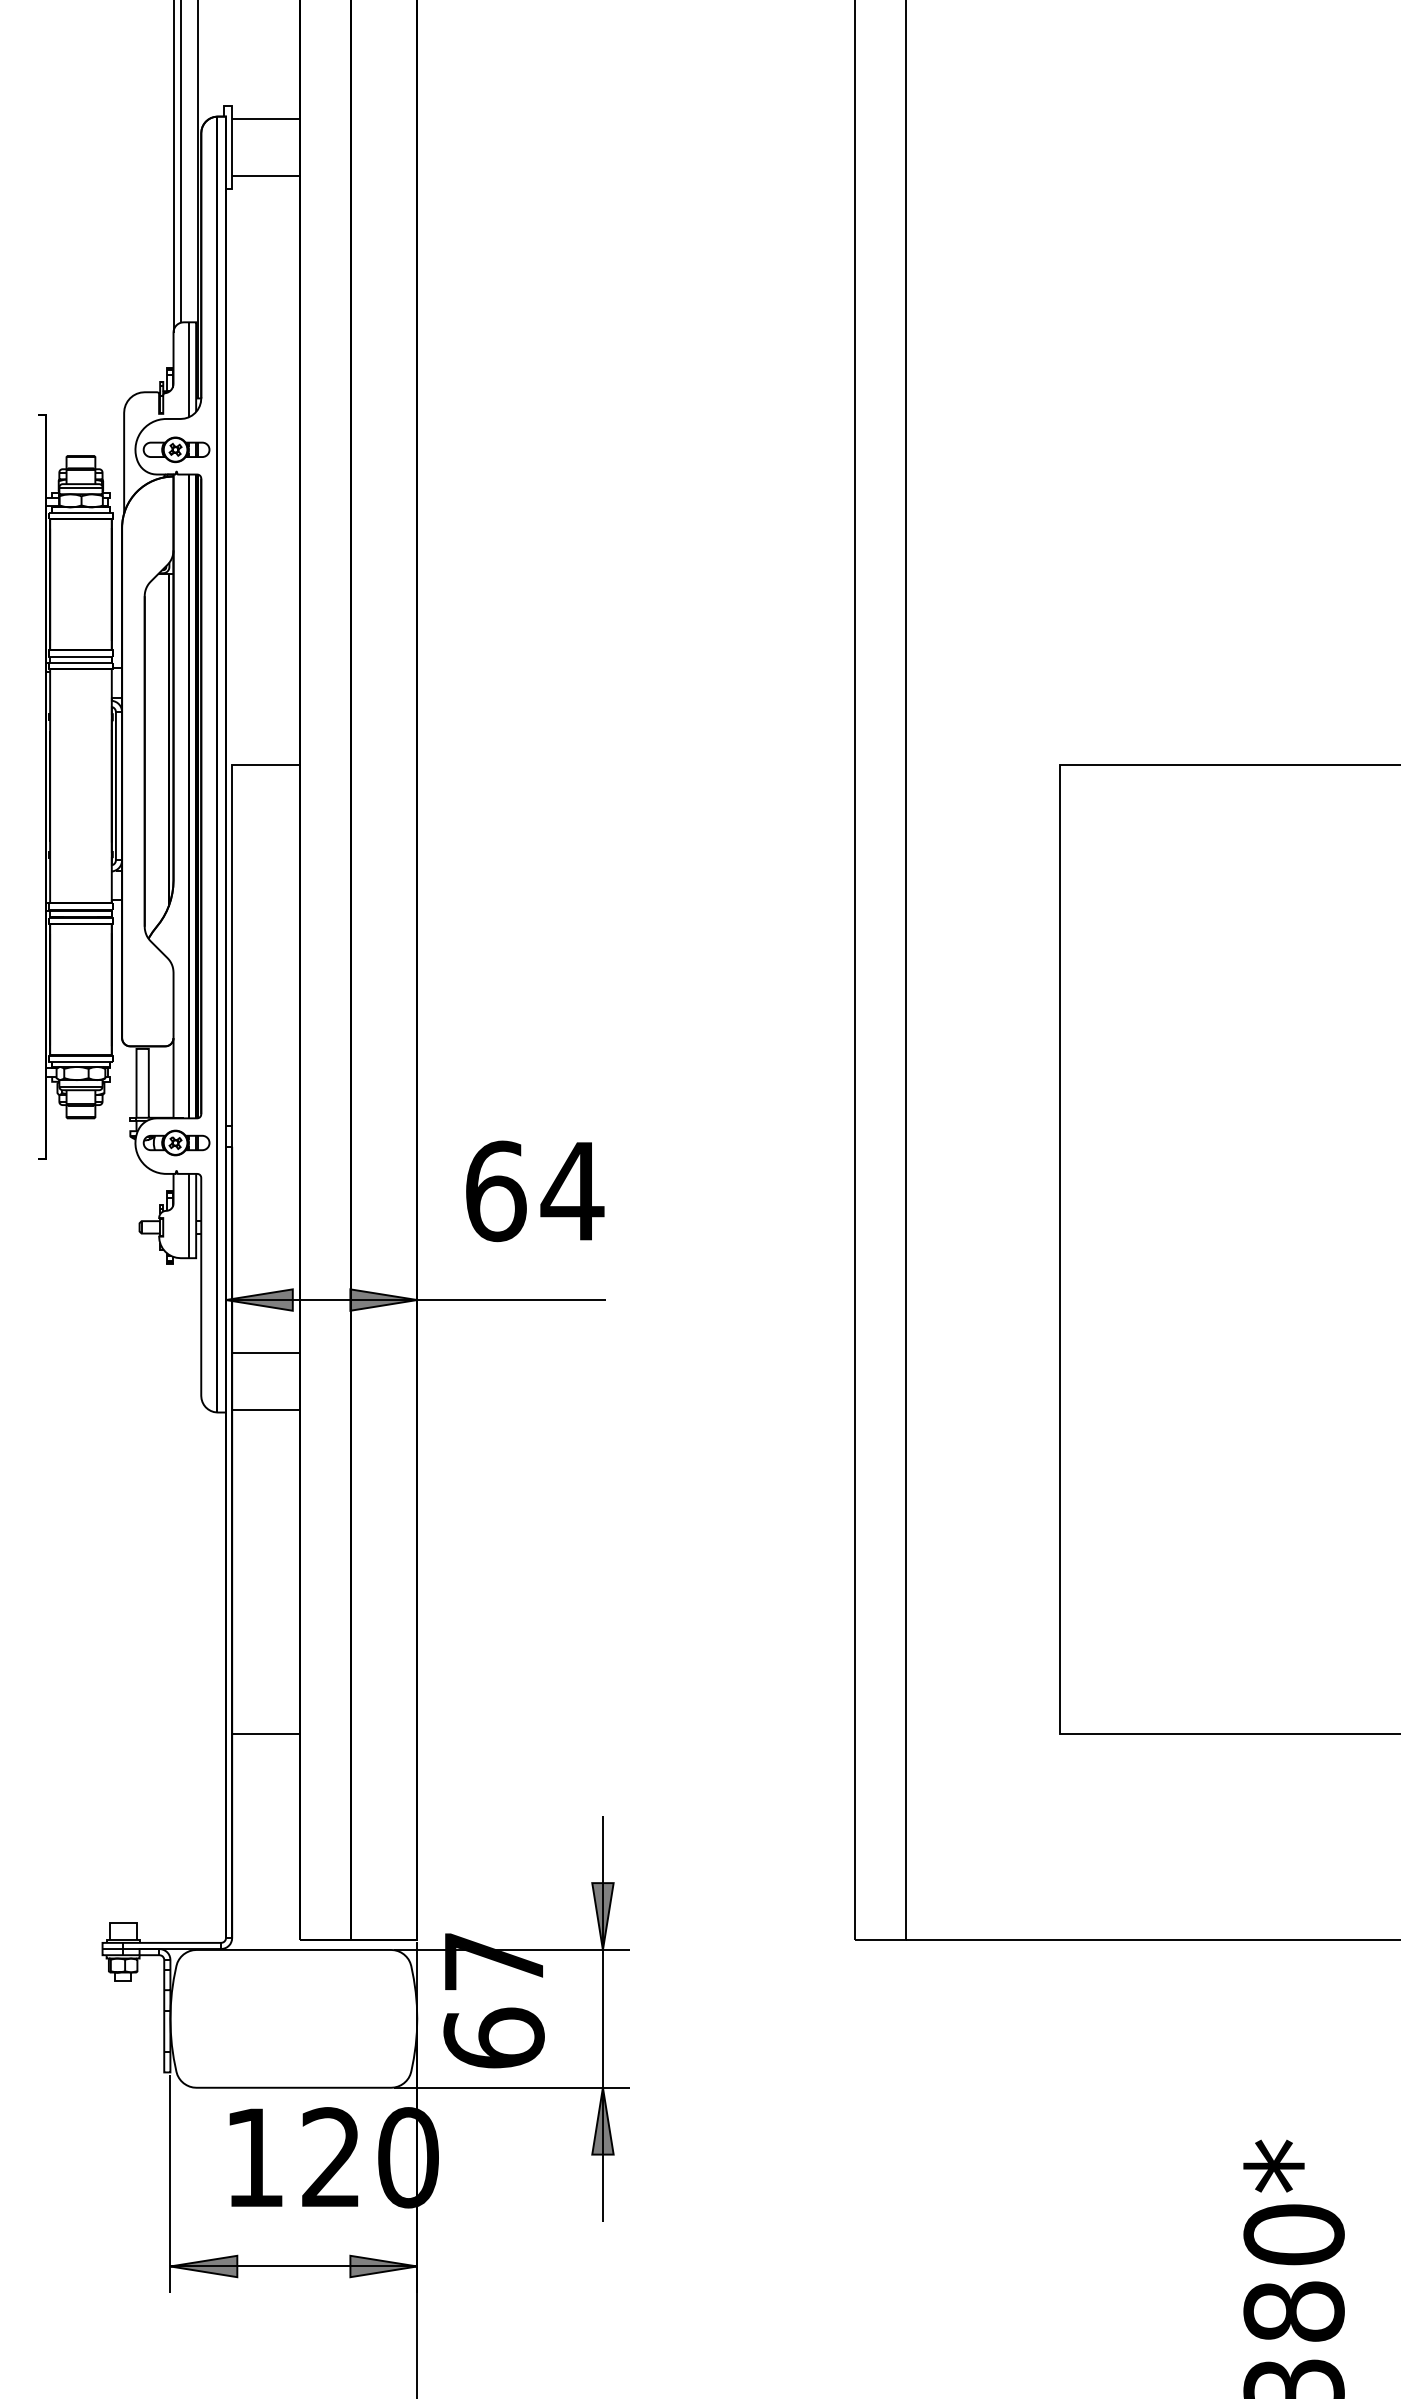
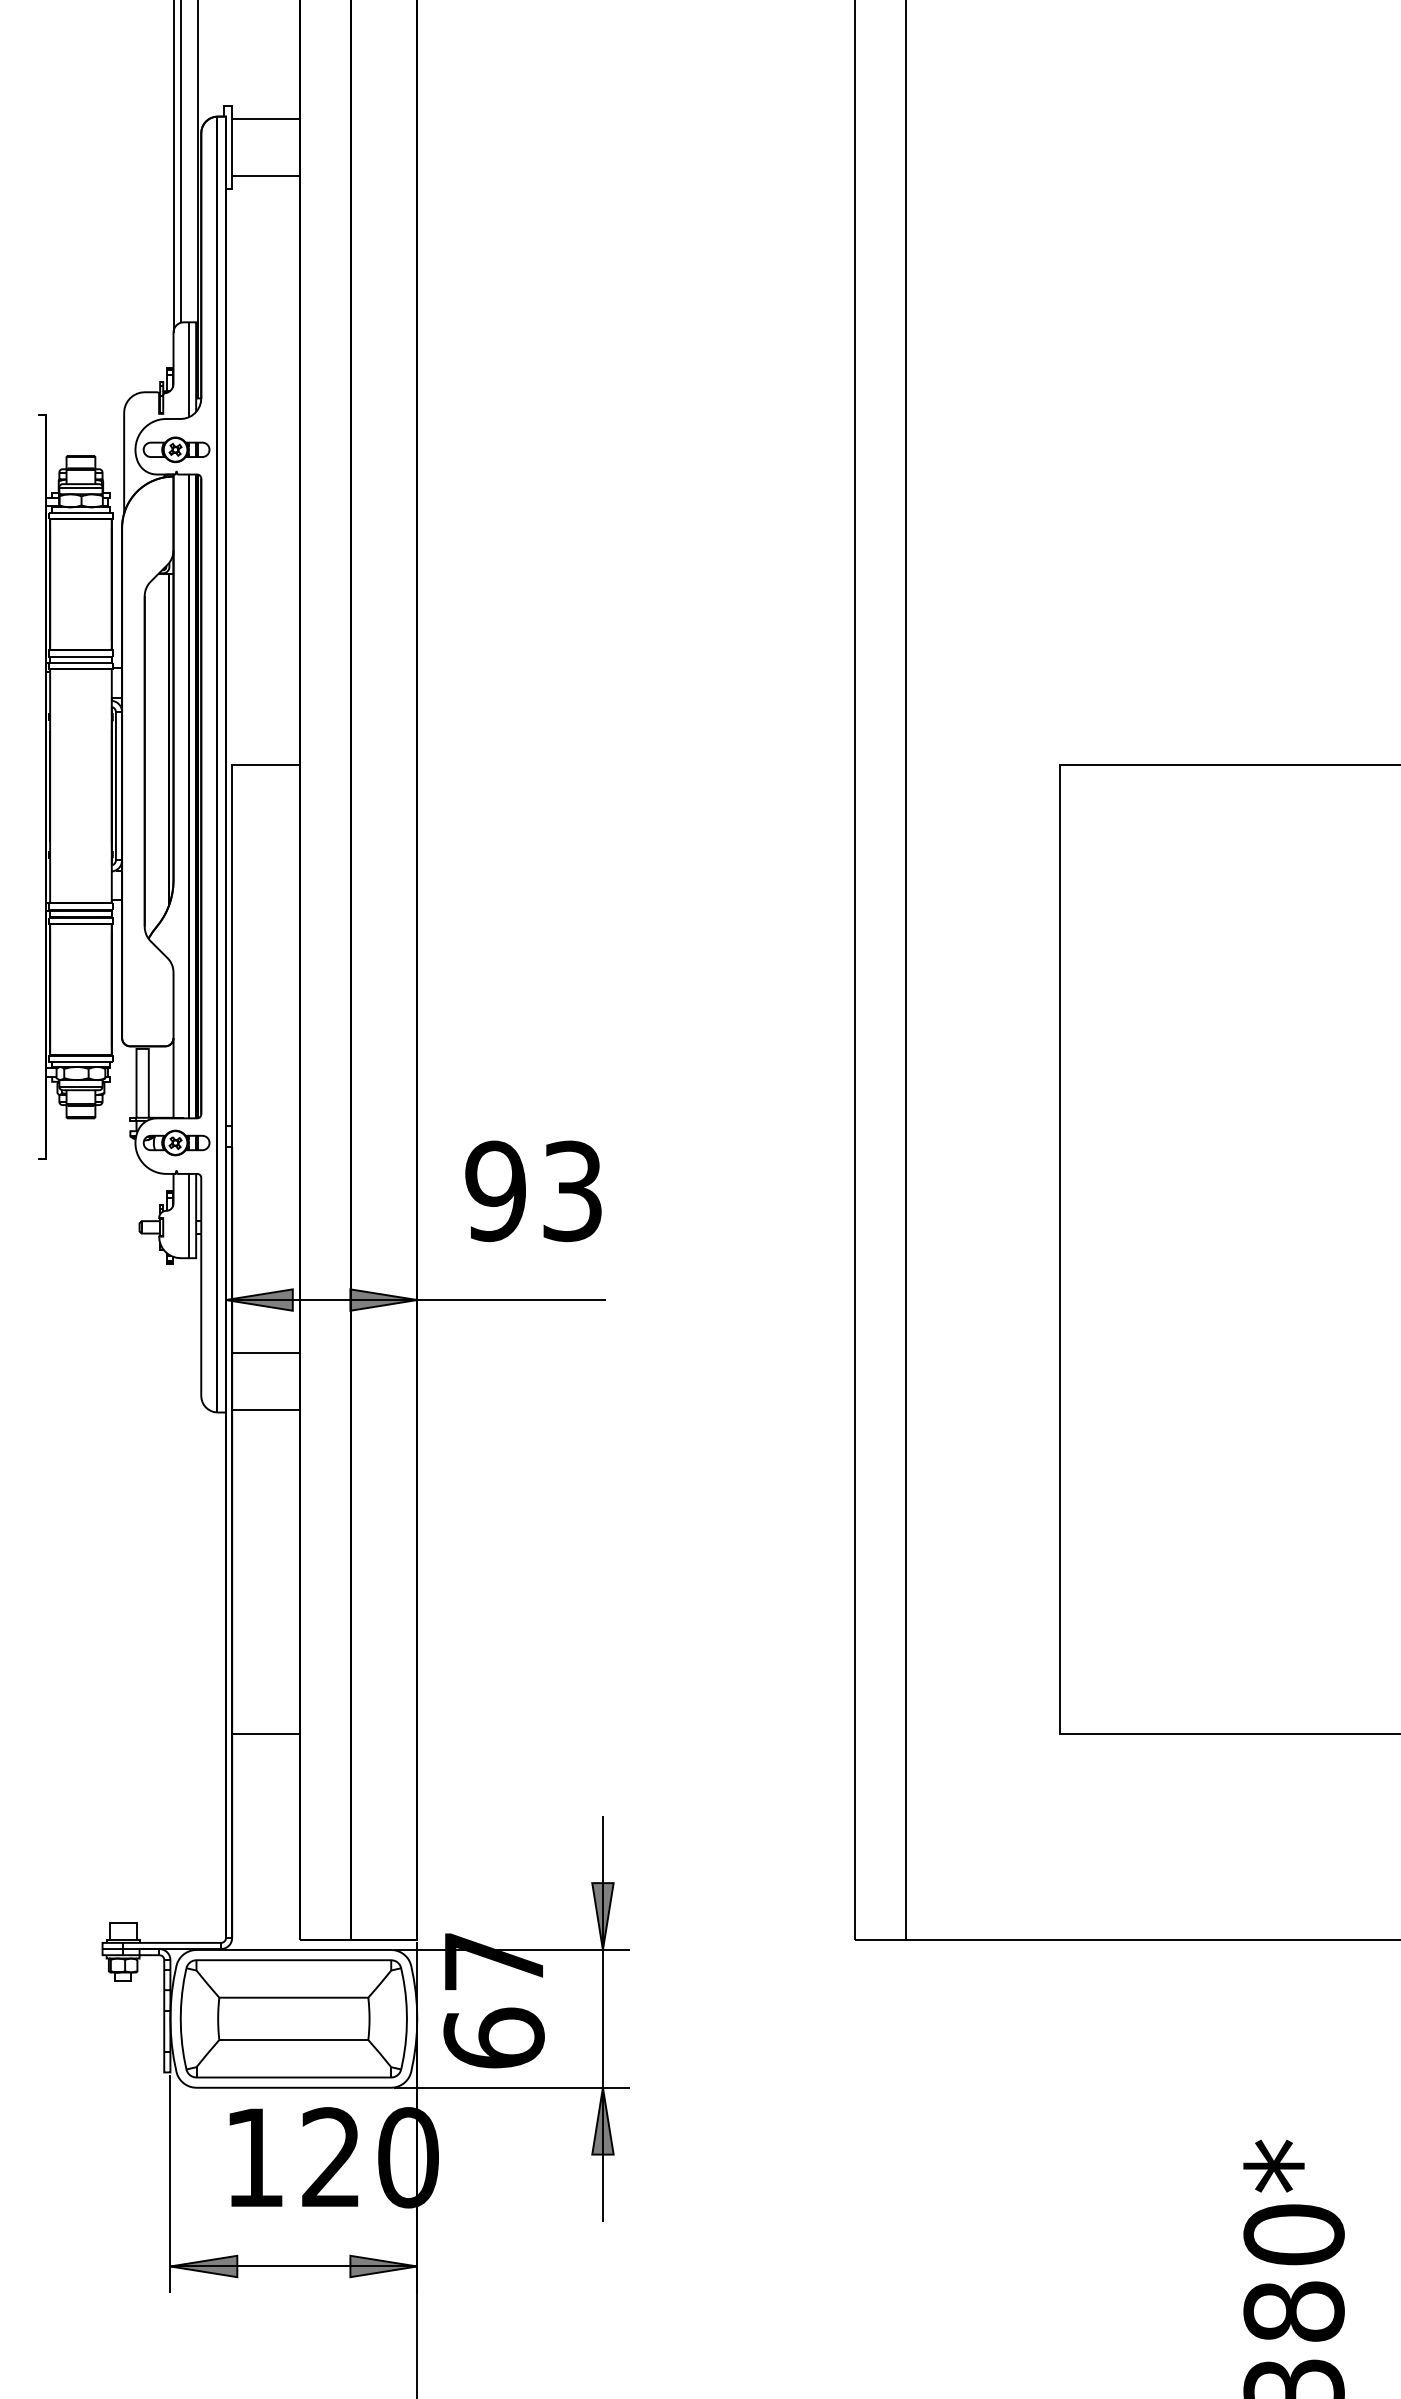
text at (534, 1191): 64 -> 93
part at (293, 2018): none -> present
